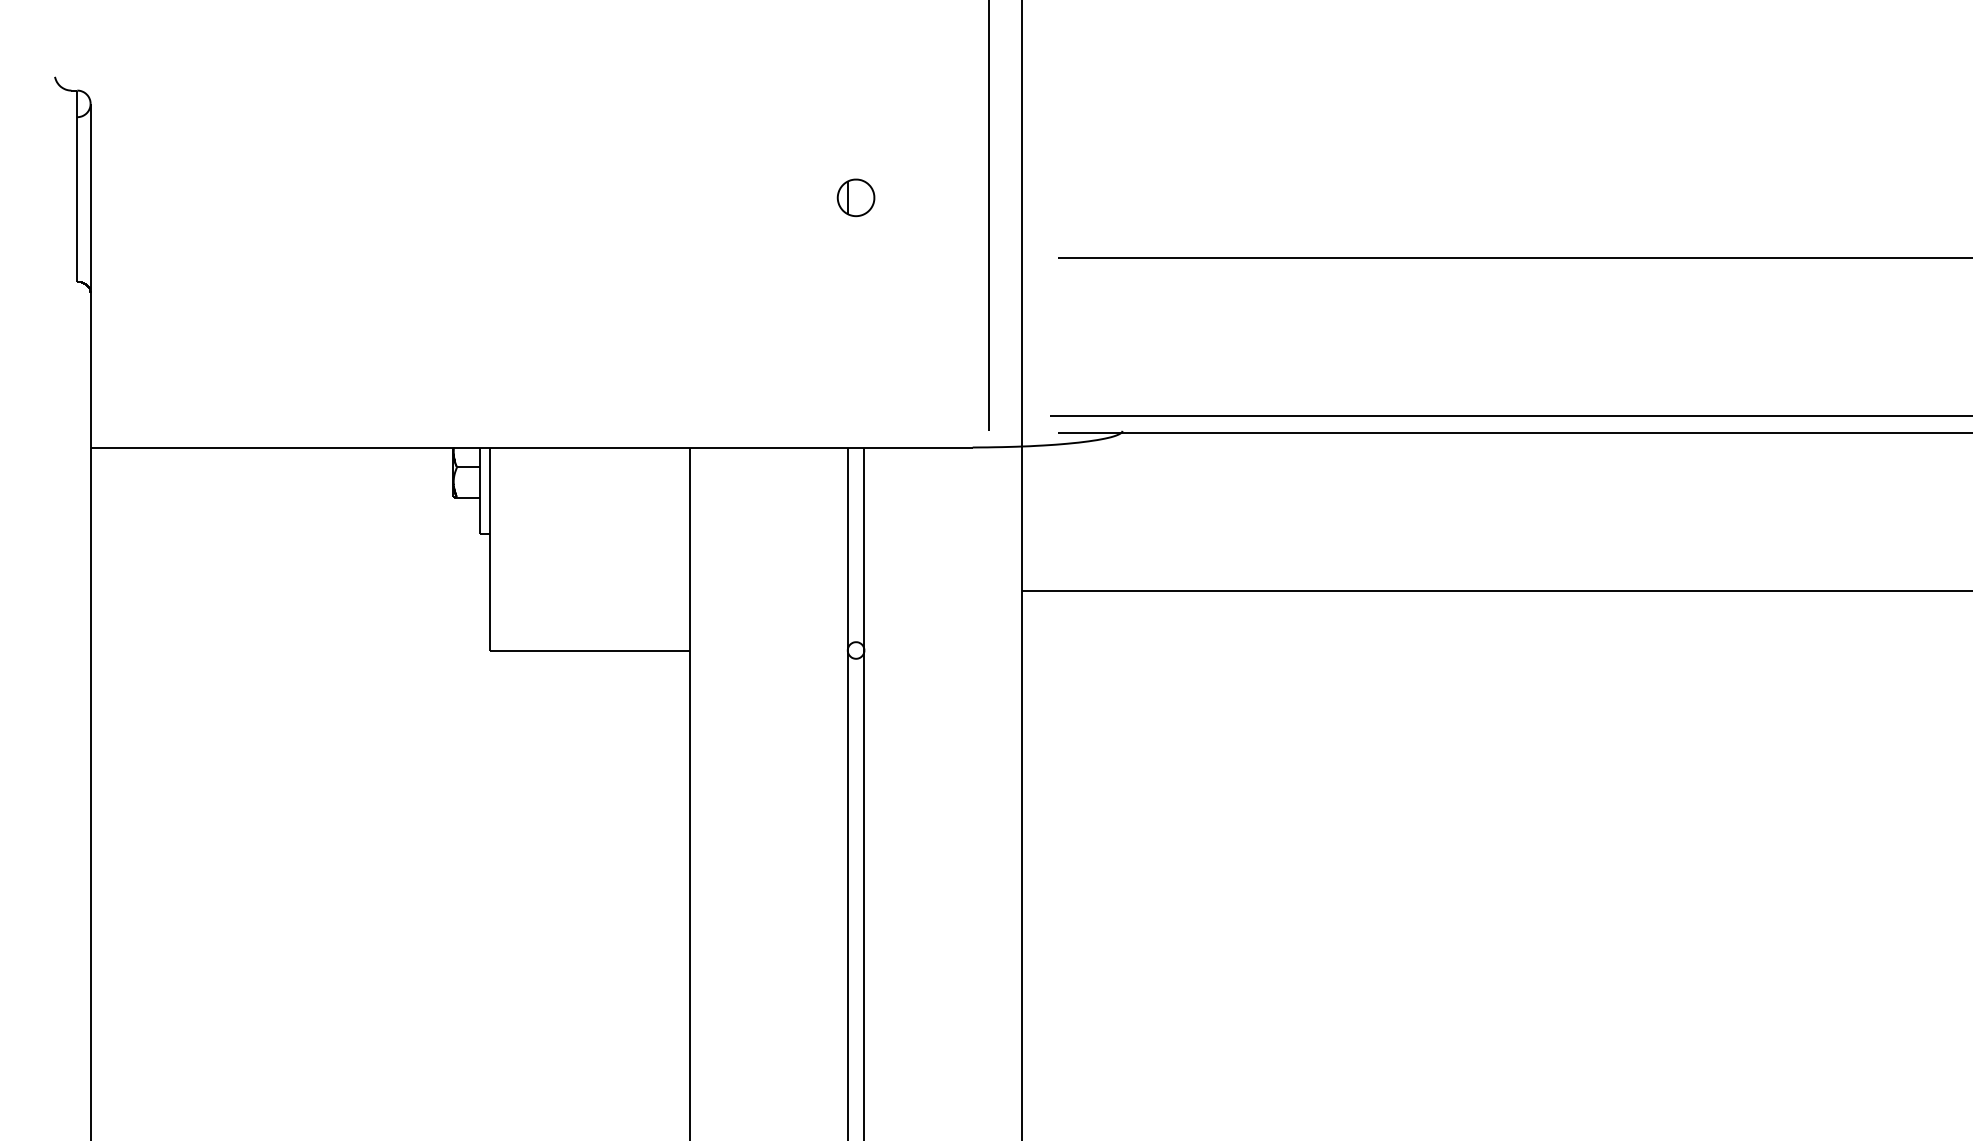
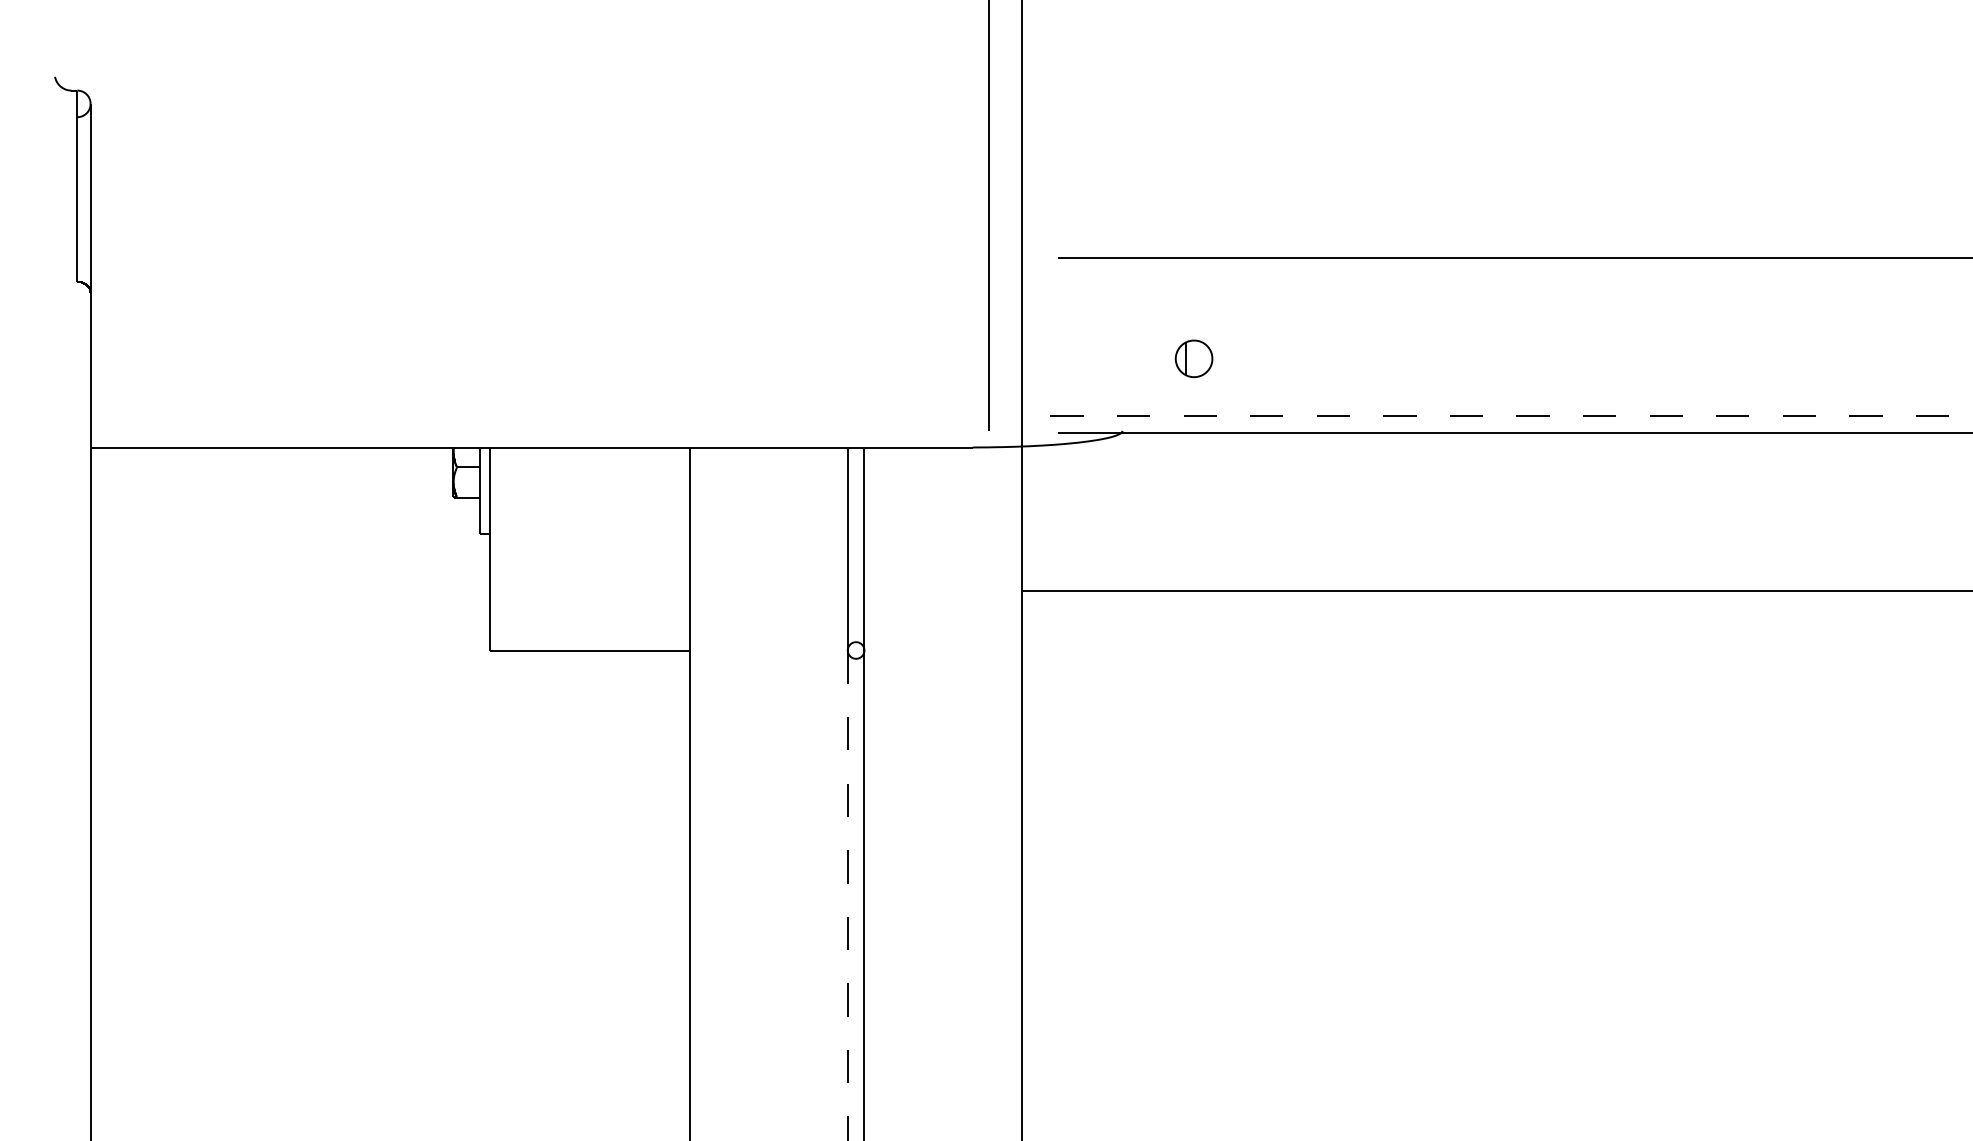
part at (855, 197) position: (855, 197) -> (1193, 358)
line at (1511, 415): solid -> dashed
line at (847, 895): solid -> dashed
